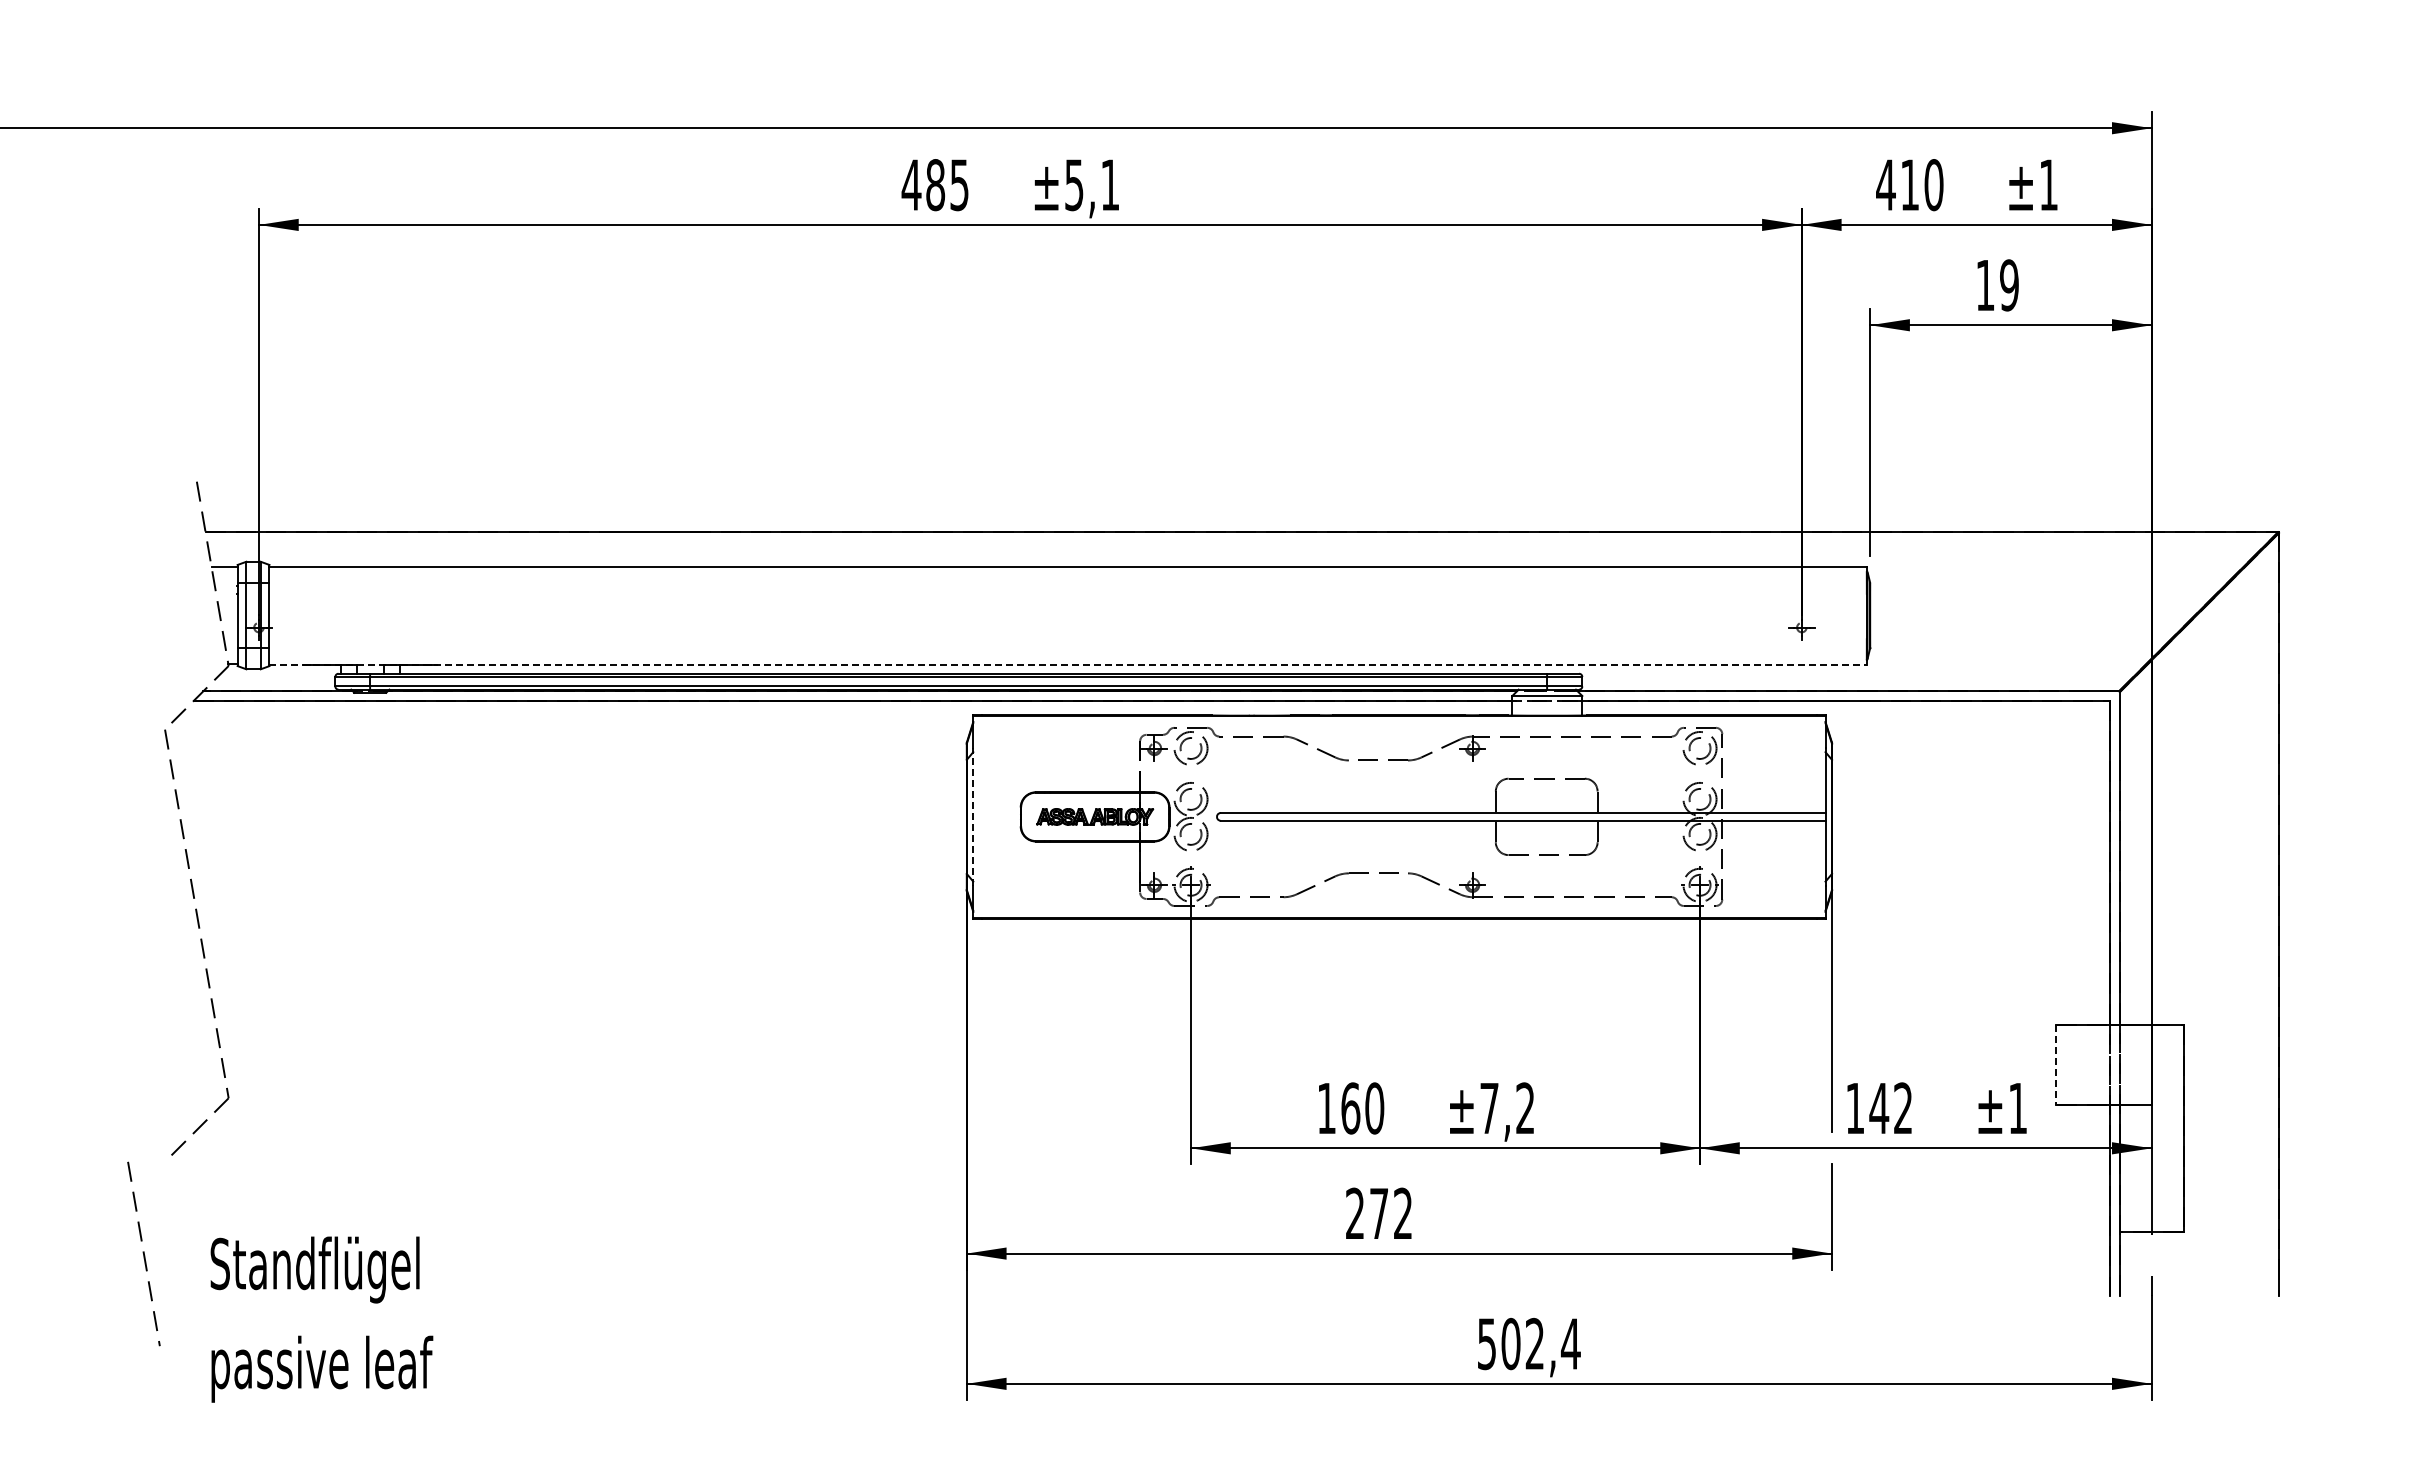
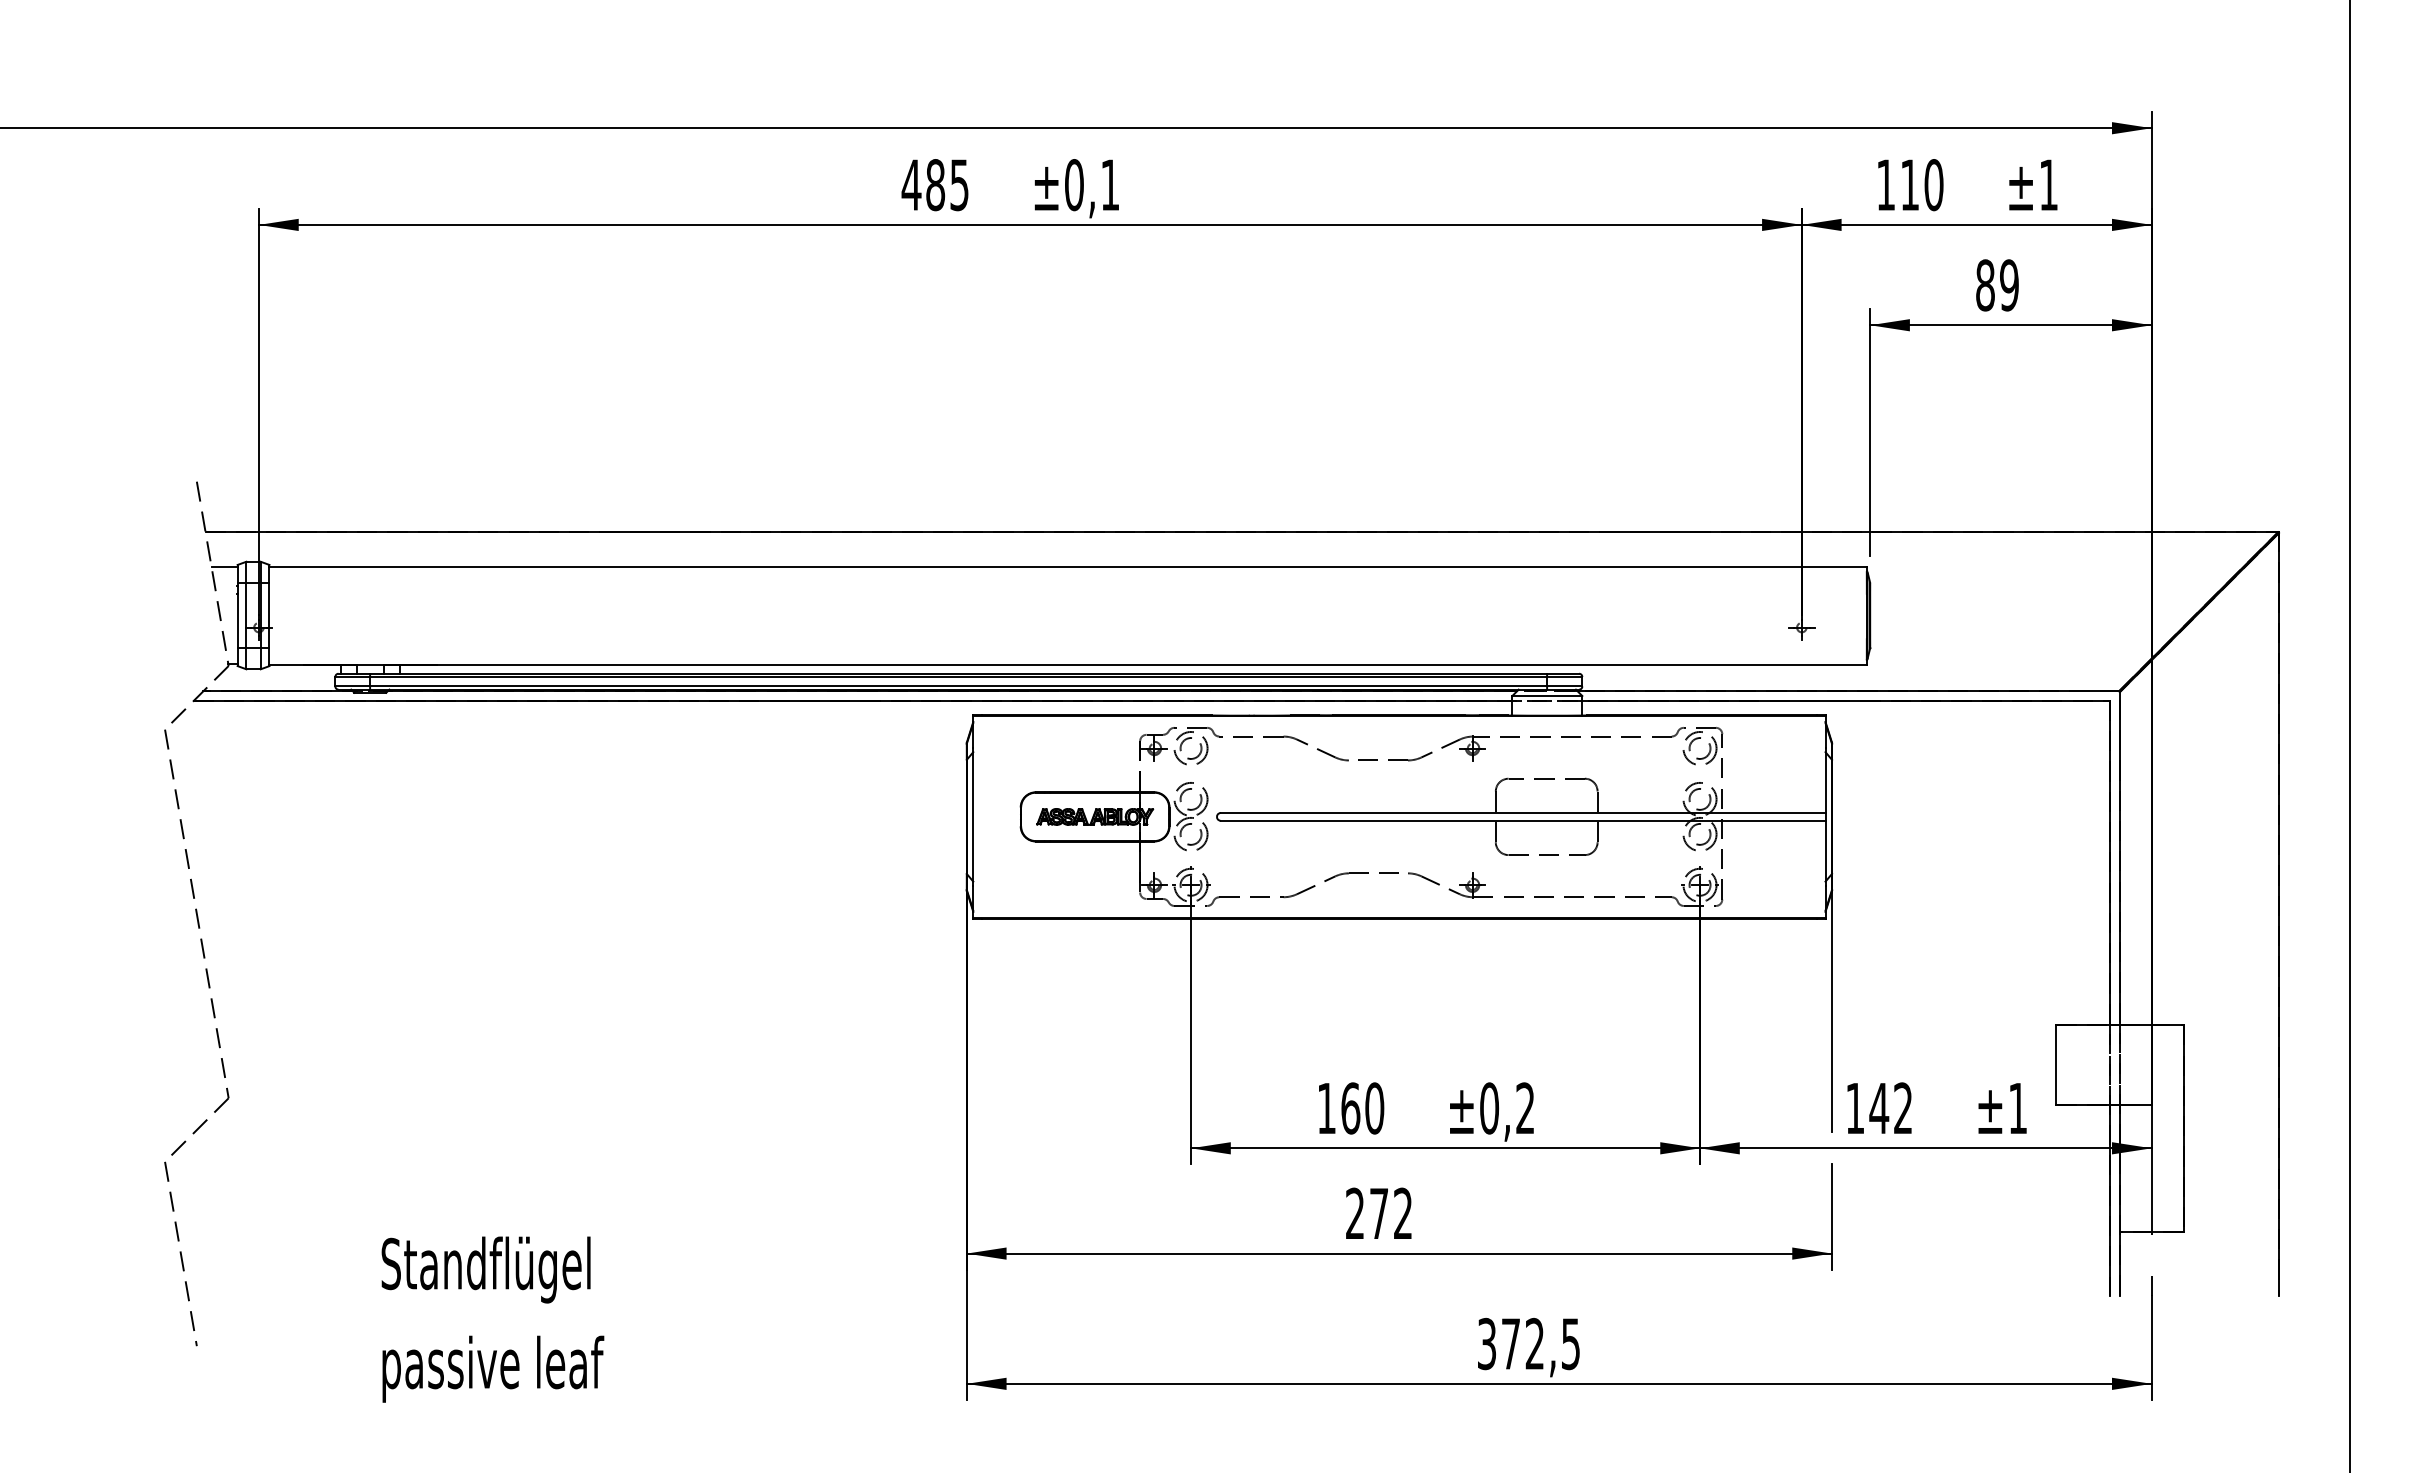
text at (1885, 184): 410 -> 110
text at (1074, 185): ±5,1 -> ±0,1
text at (1985, 285): 19 -> 89
line at (1068, 664): dashed -> solid
line at (2350, 735): none -> present
line at (973, 816): dashed -> solid
line at (2056, 1065): dashed -> solid
text at (1489, 1108): ±7,2 -> ±0,2
line at (143, 1253) position: (143, 1253) -> (180, 1253)
text at (321, 1319) position: (321, 1319) -> (492, 1319)
text at (1529, 1343): 502,4 -> 372,5
